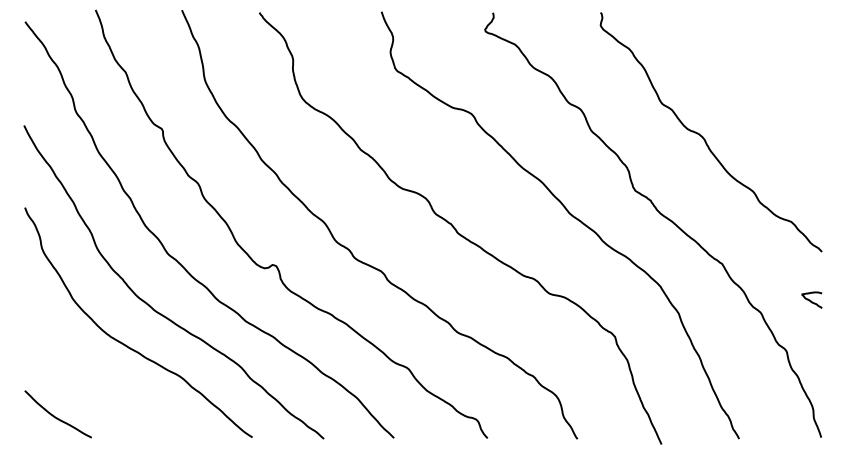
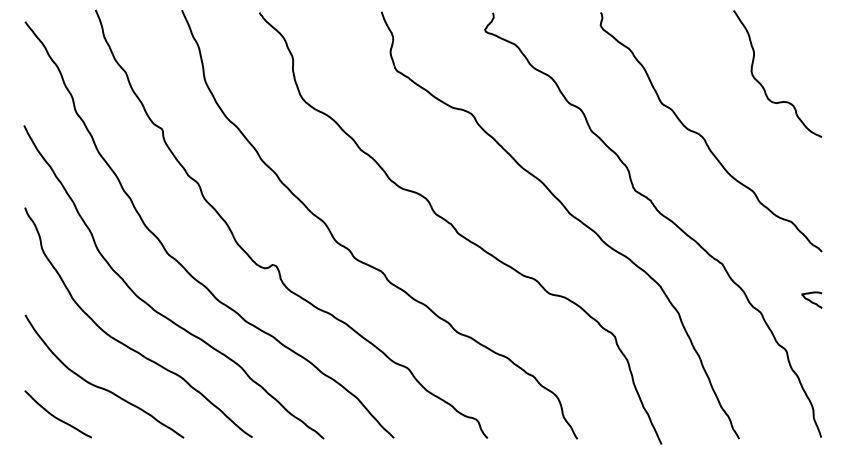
curve at (761, 83): none -> present
curve at (100, 386): none -> present
